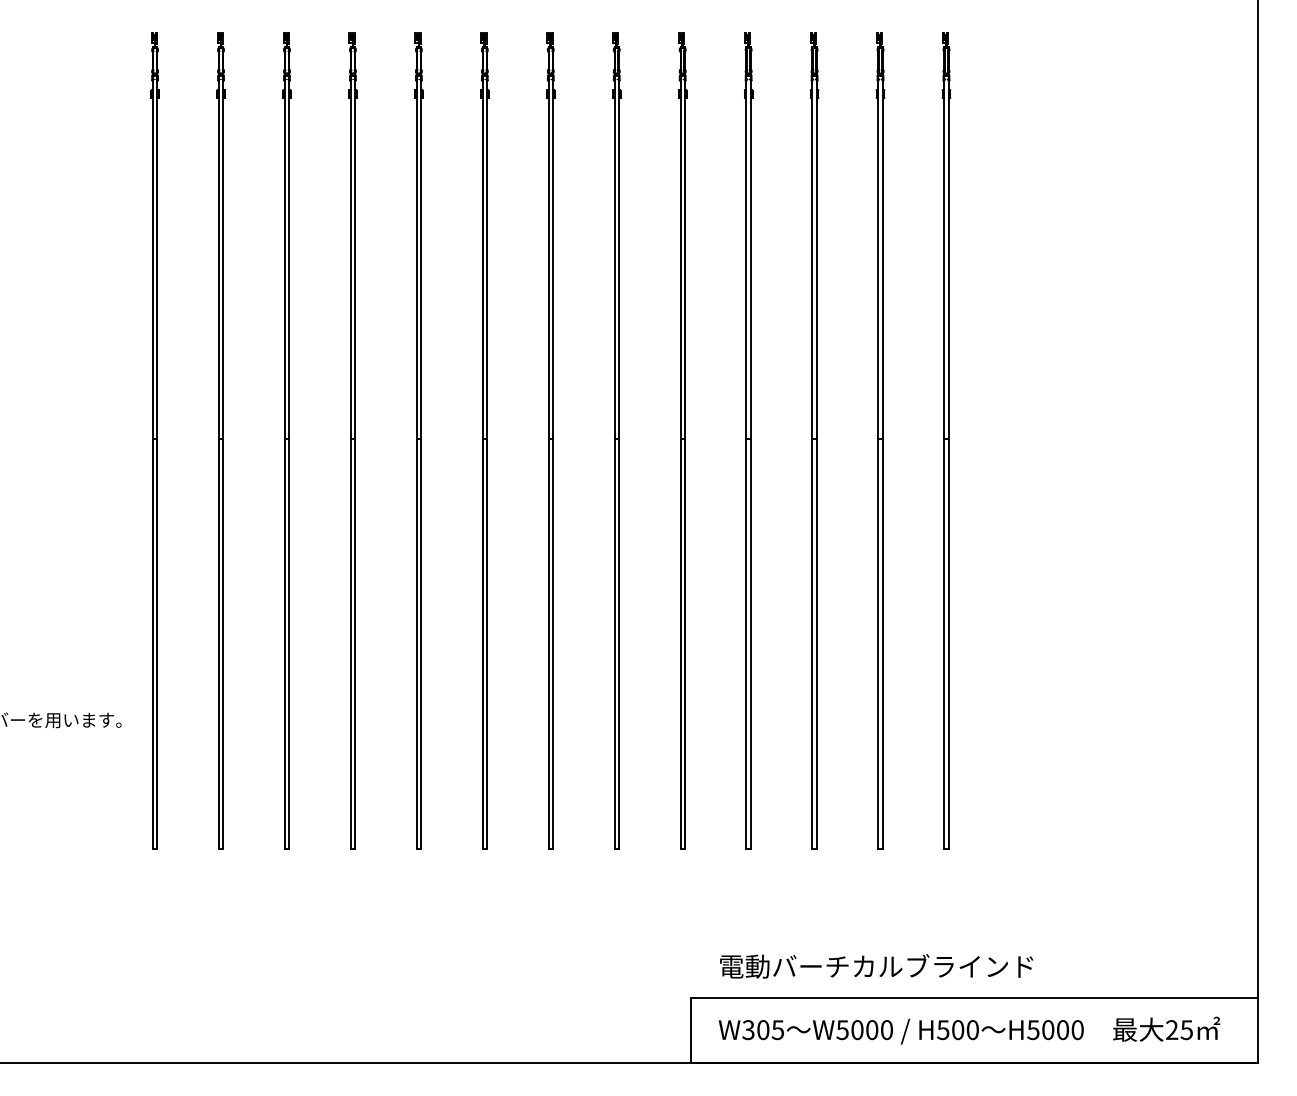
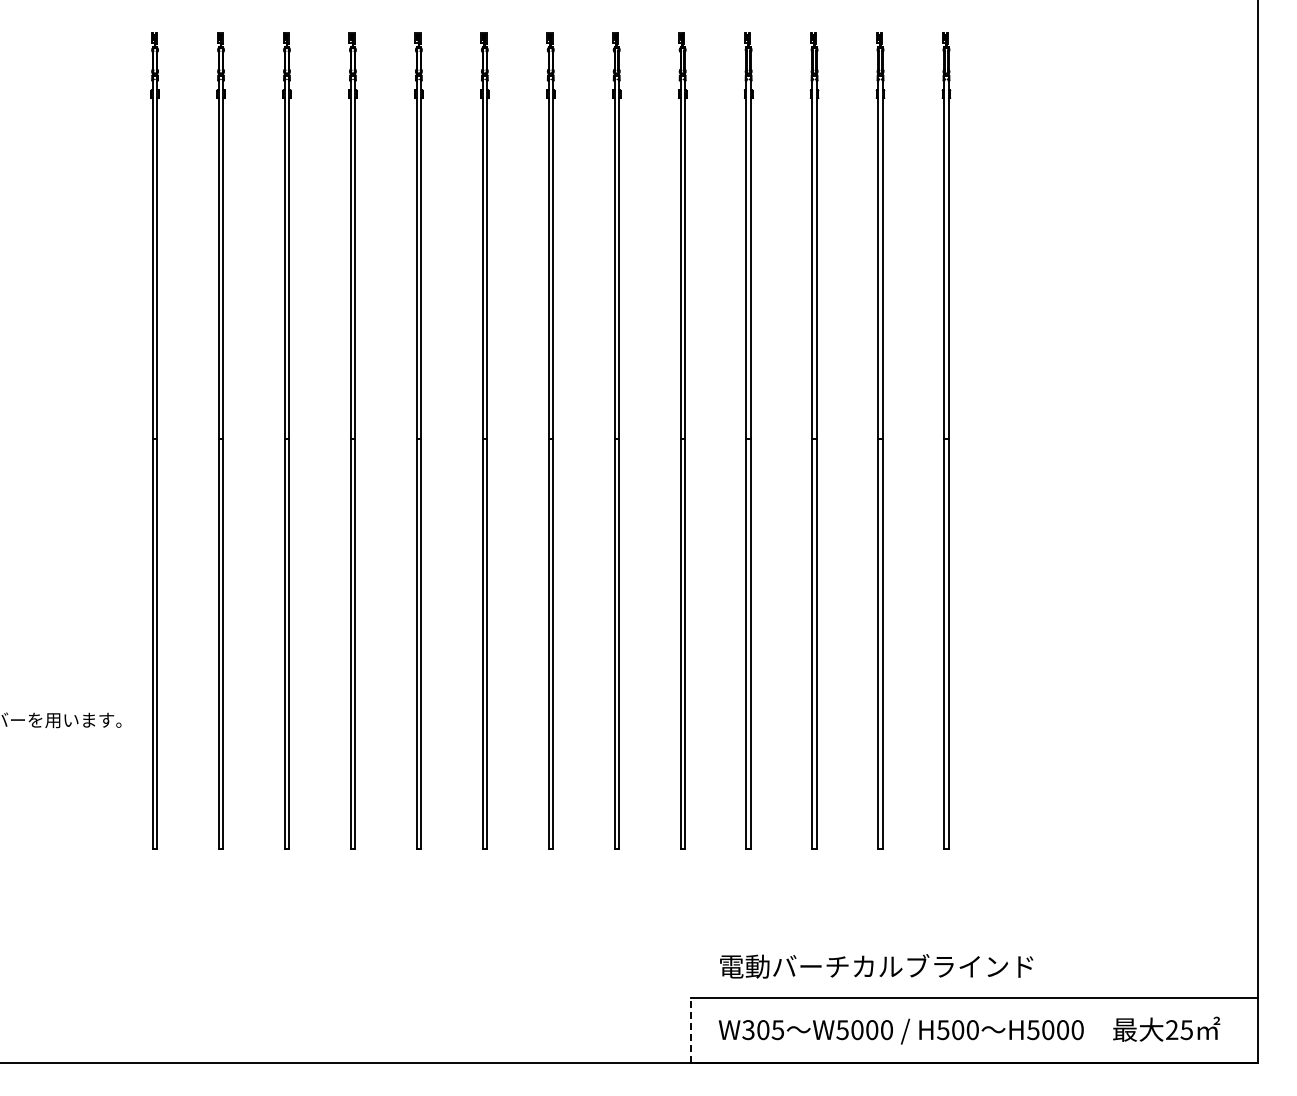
line at (690, 1030): solid -> dashed
